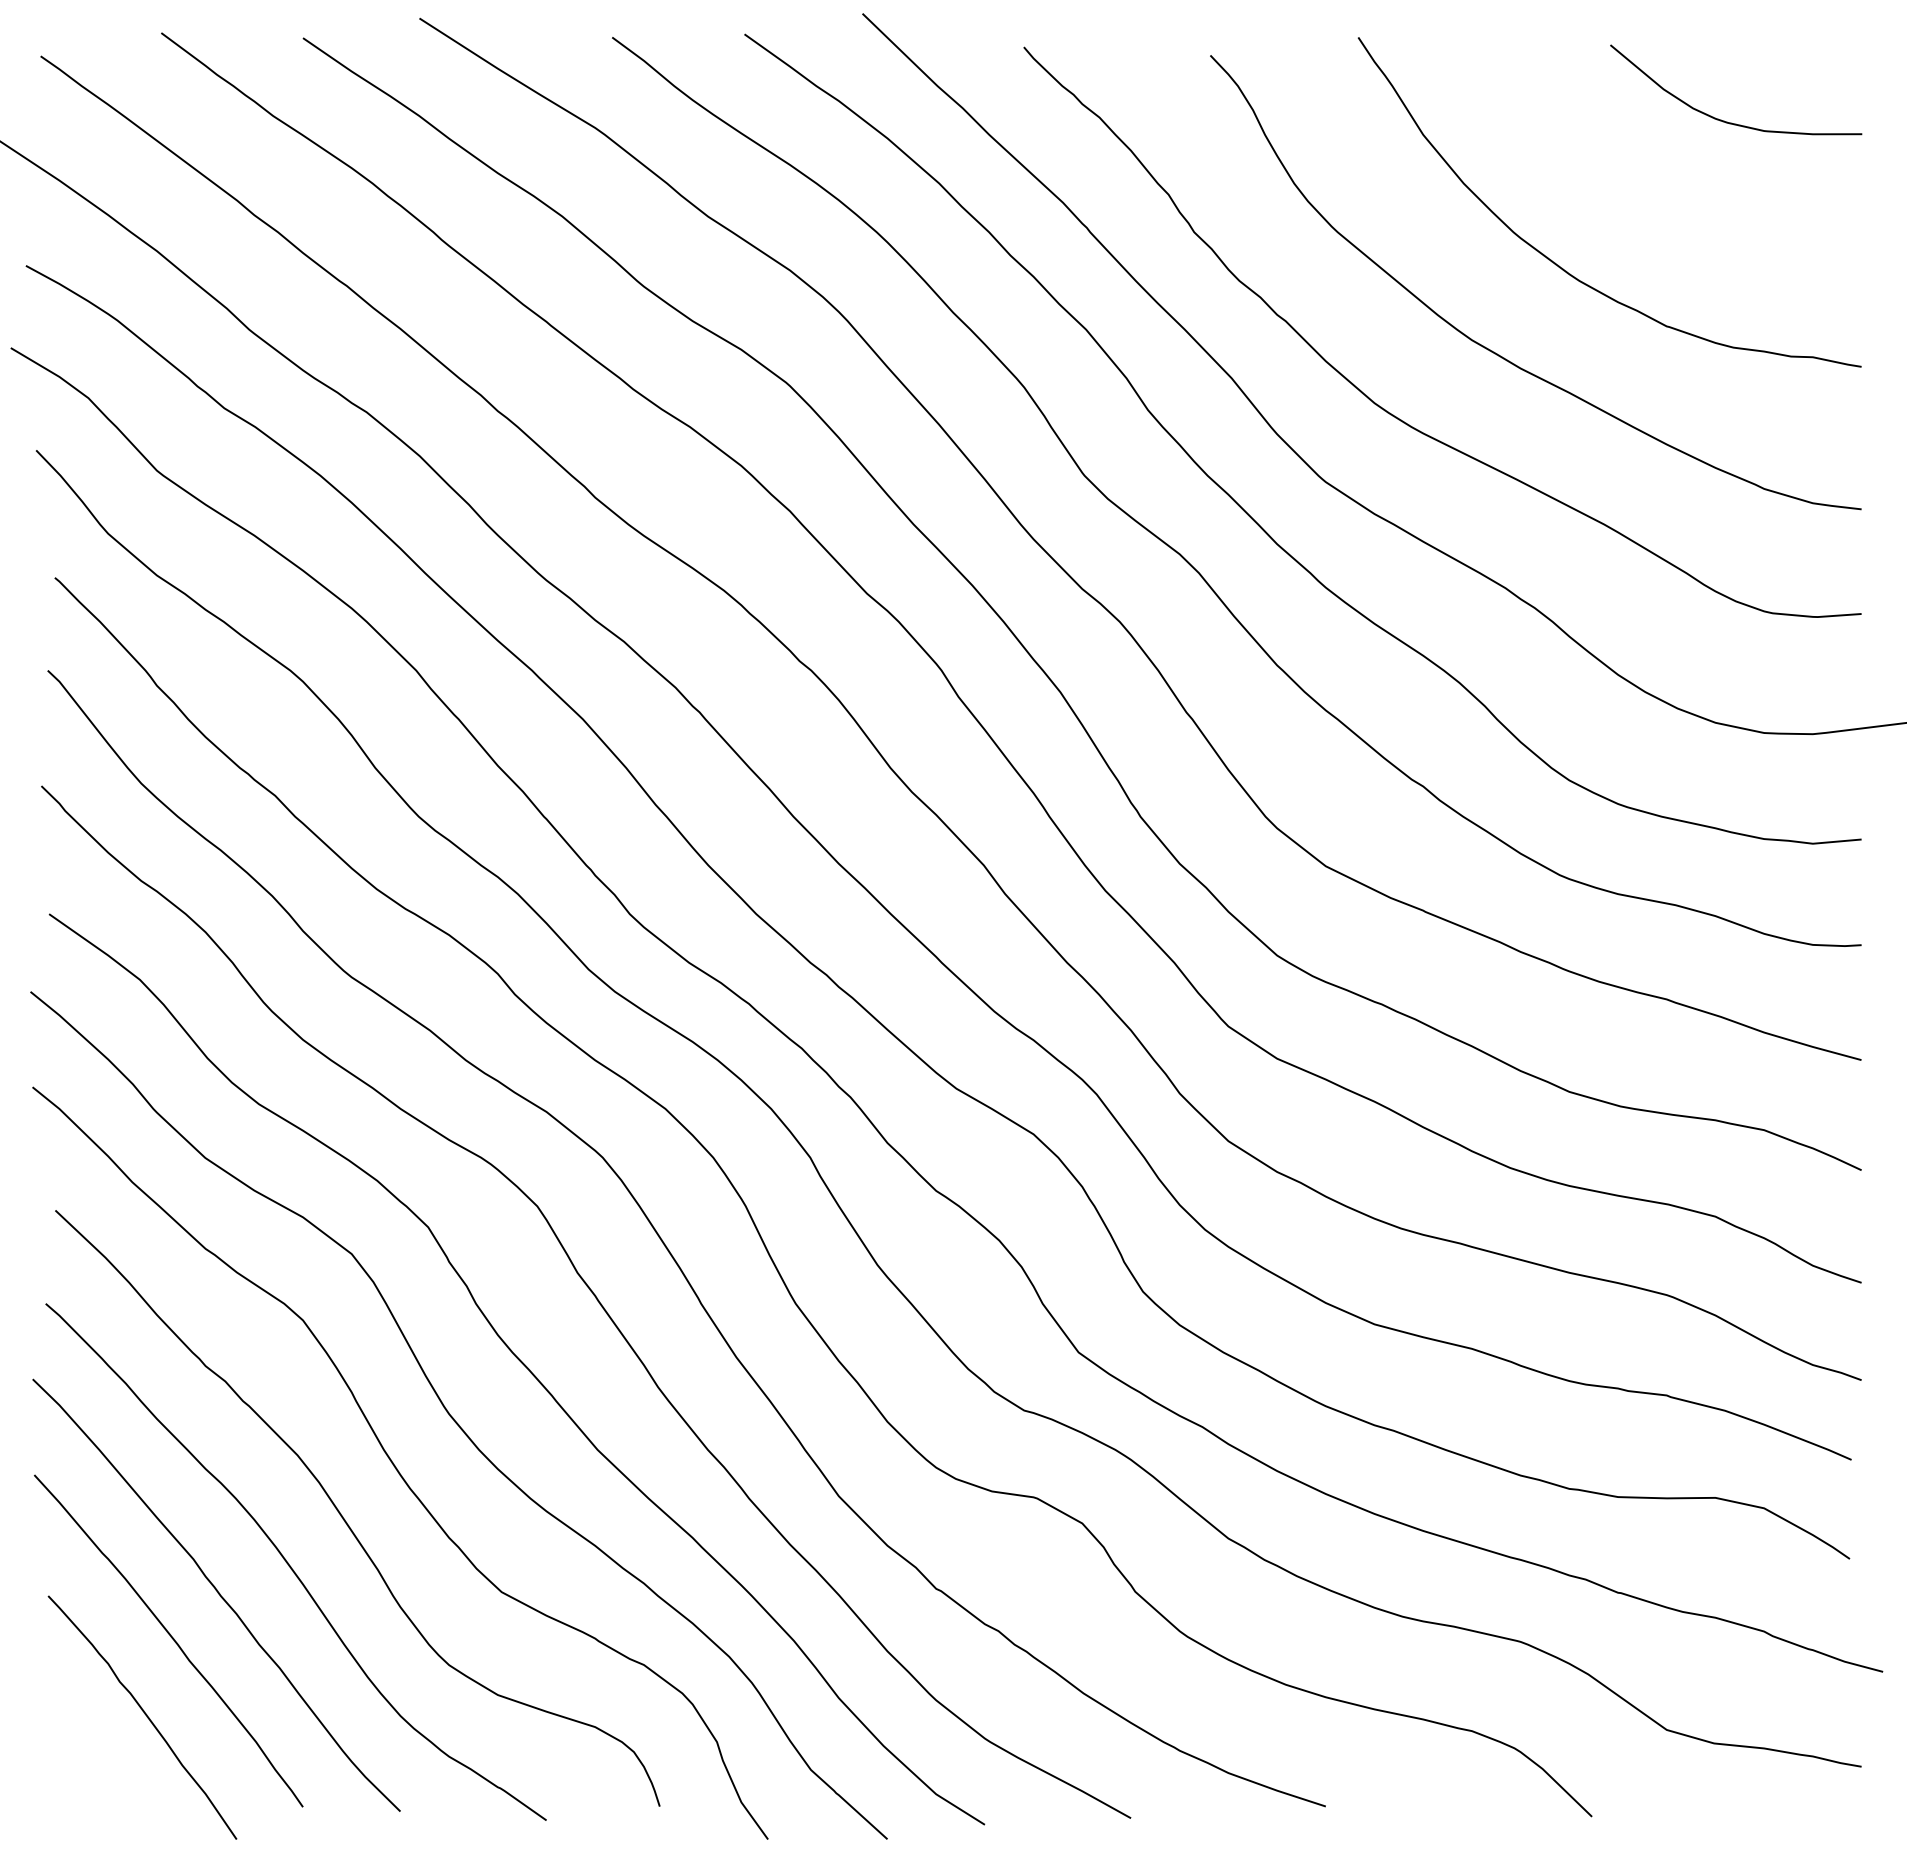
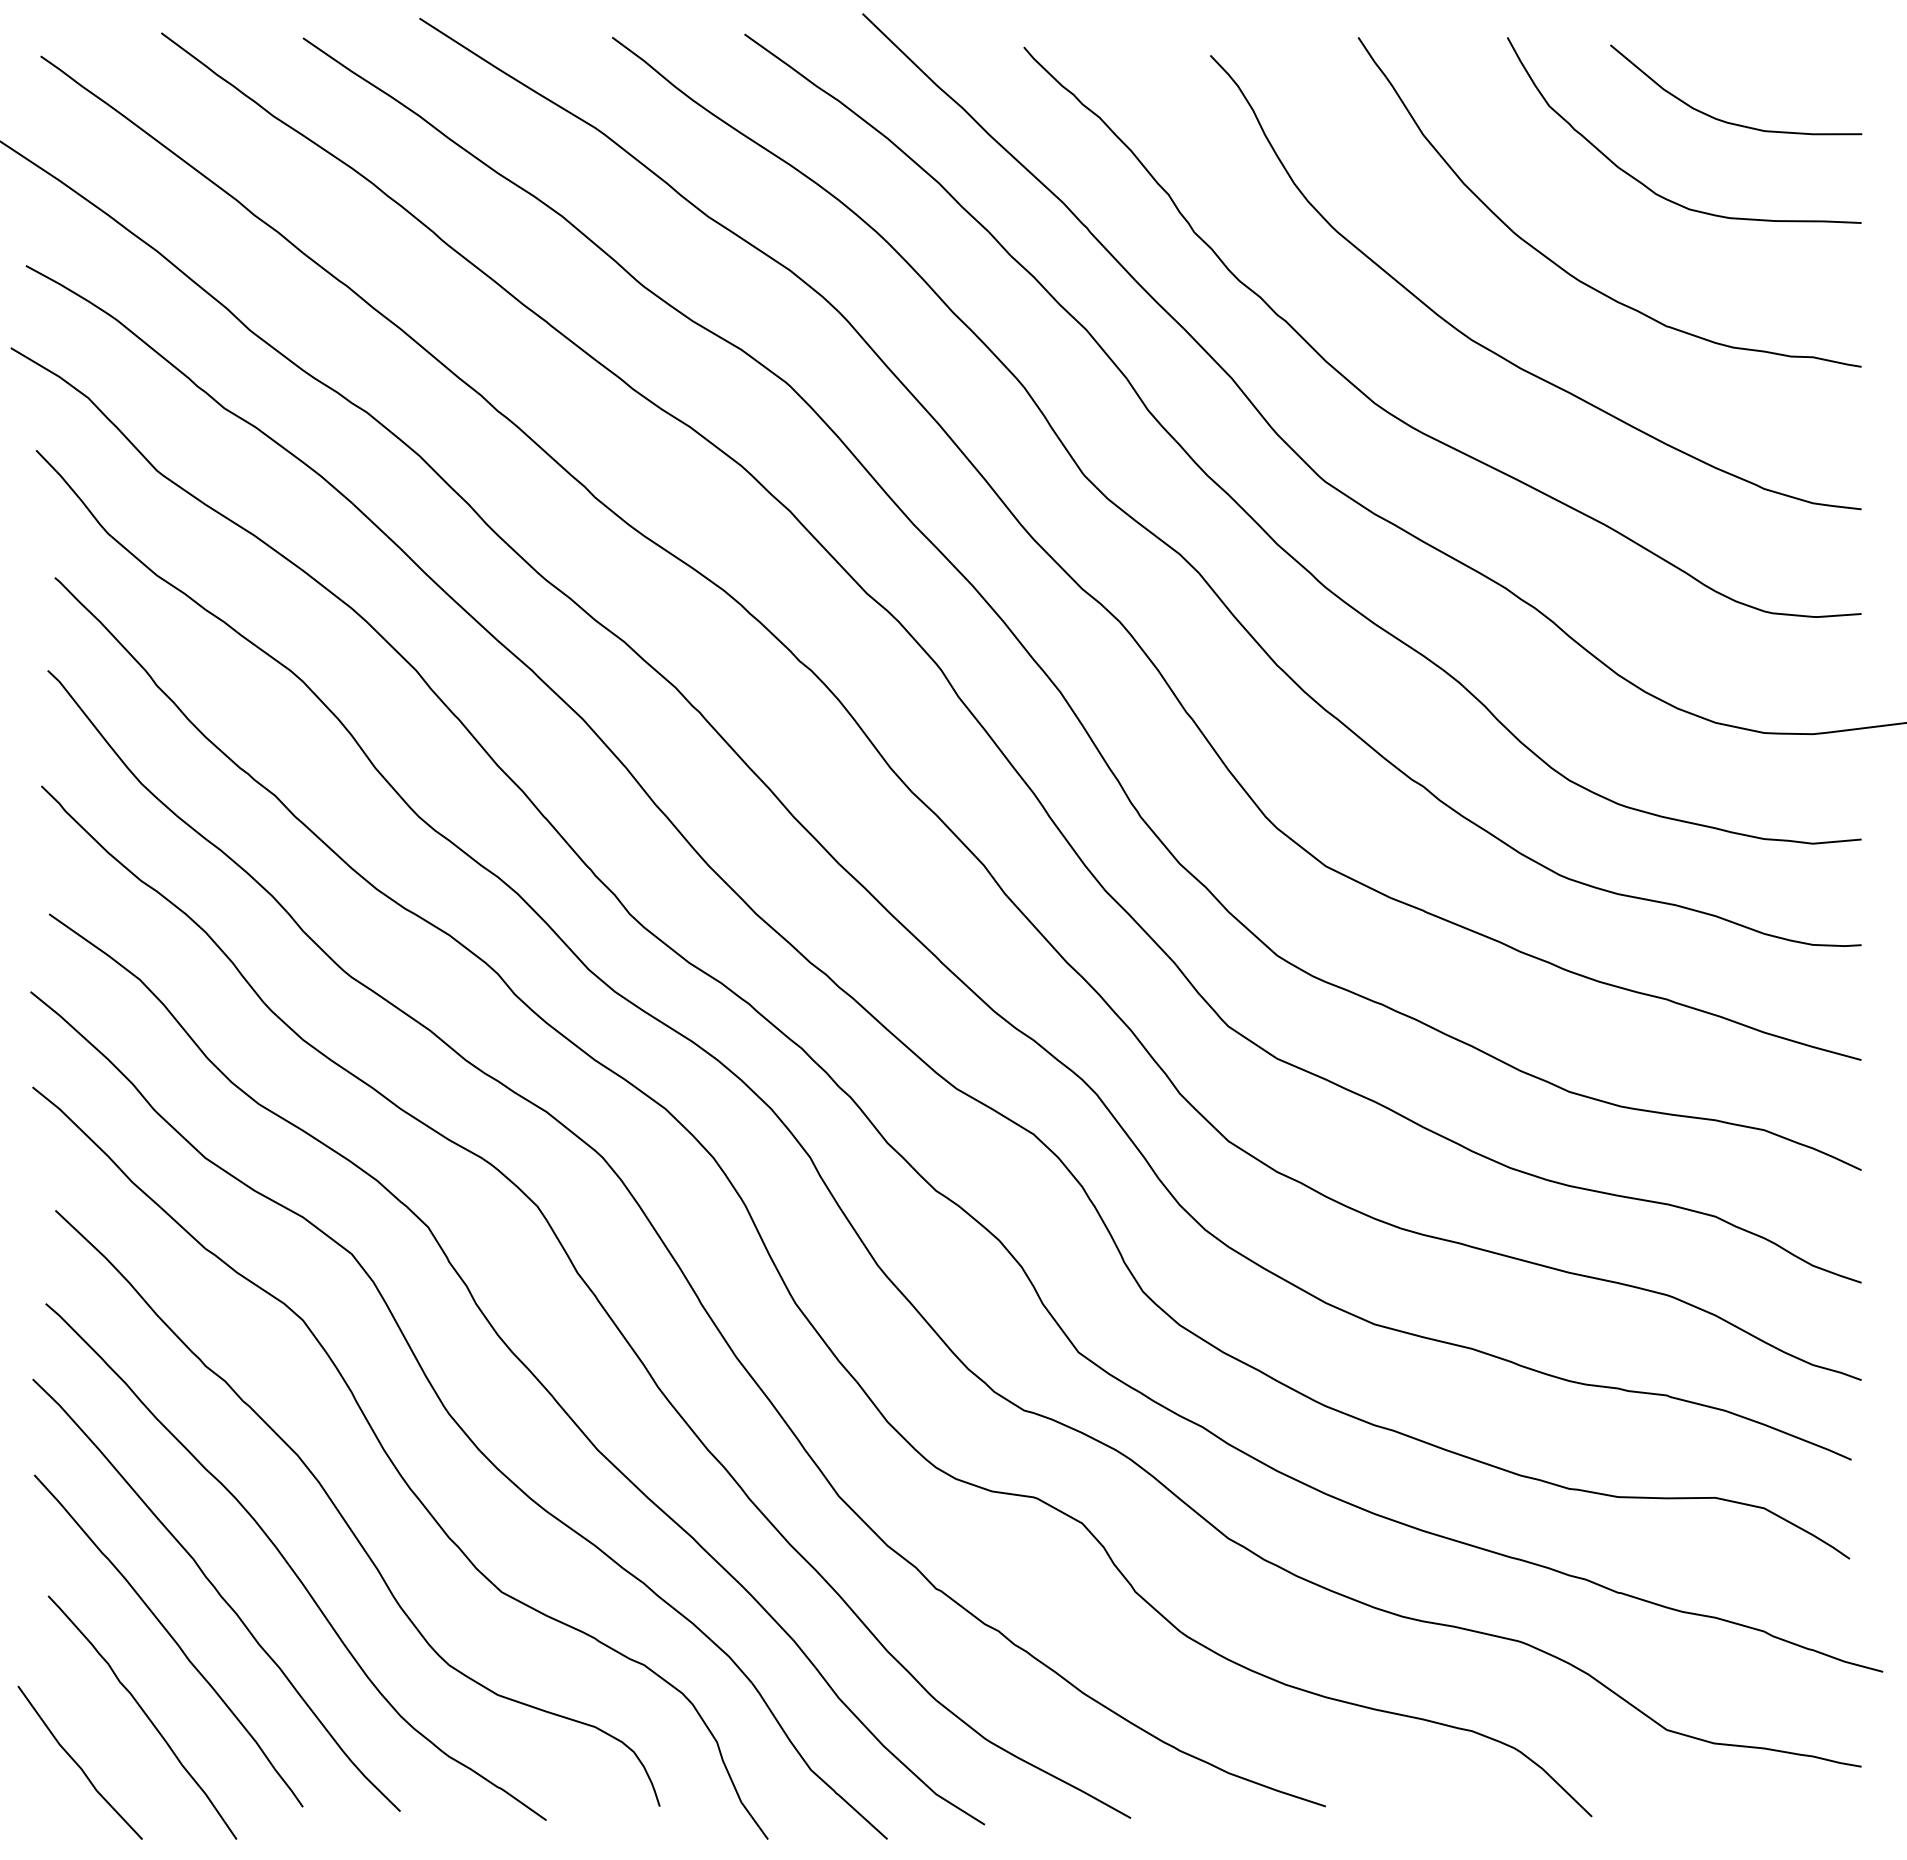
curve at (1642, 182): none -> present
line at (77, 1763): none -> present
